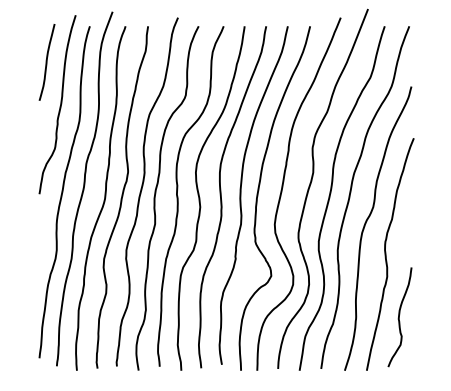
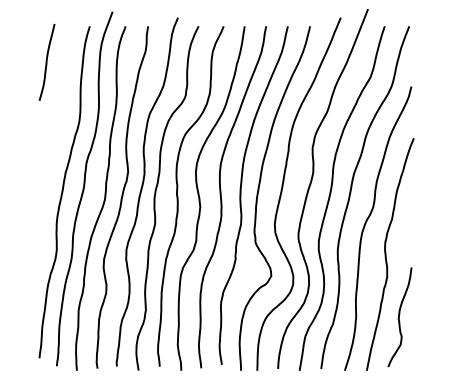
curve at (59, 106): present -> none
